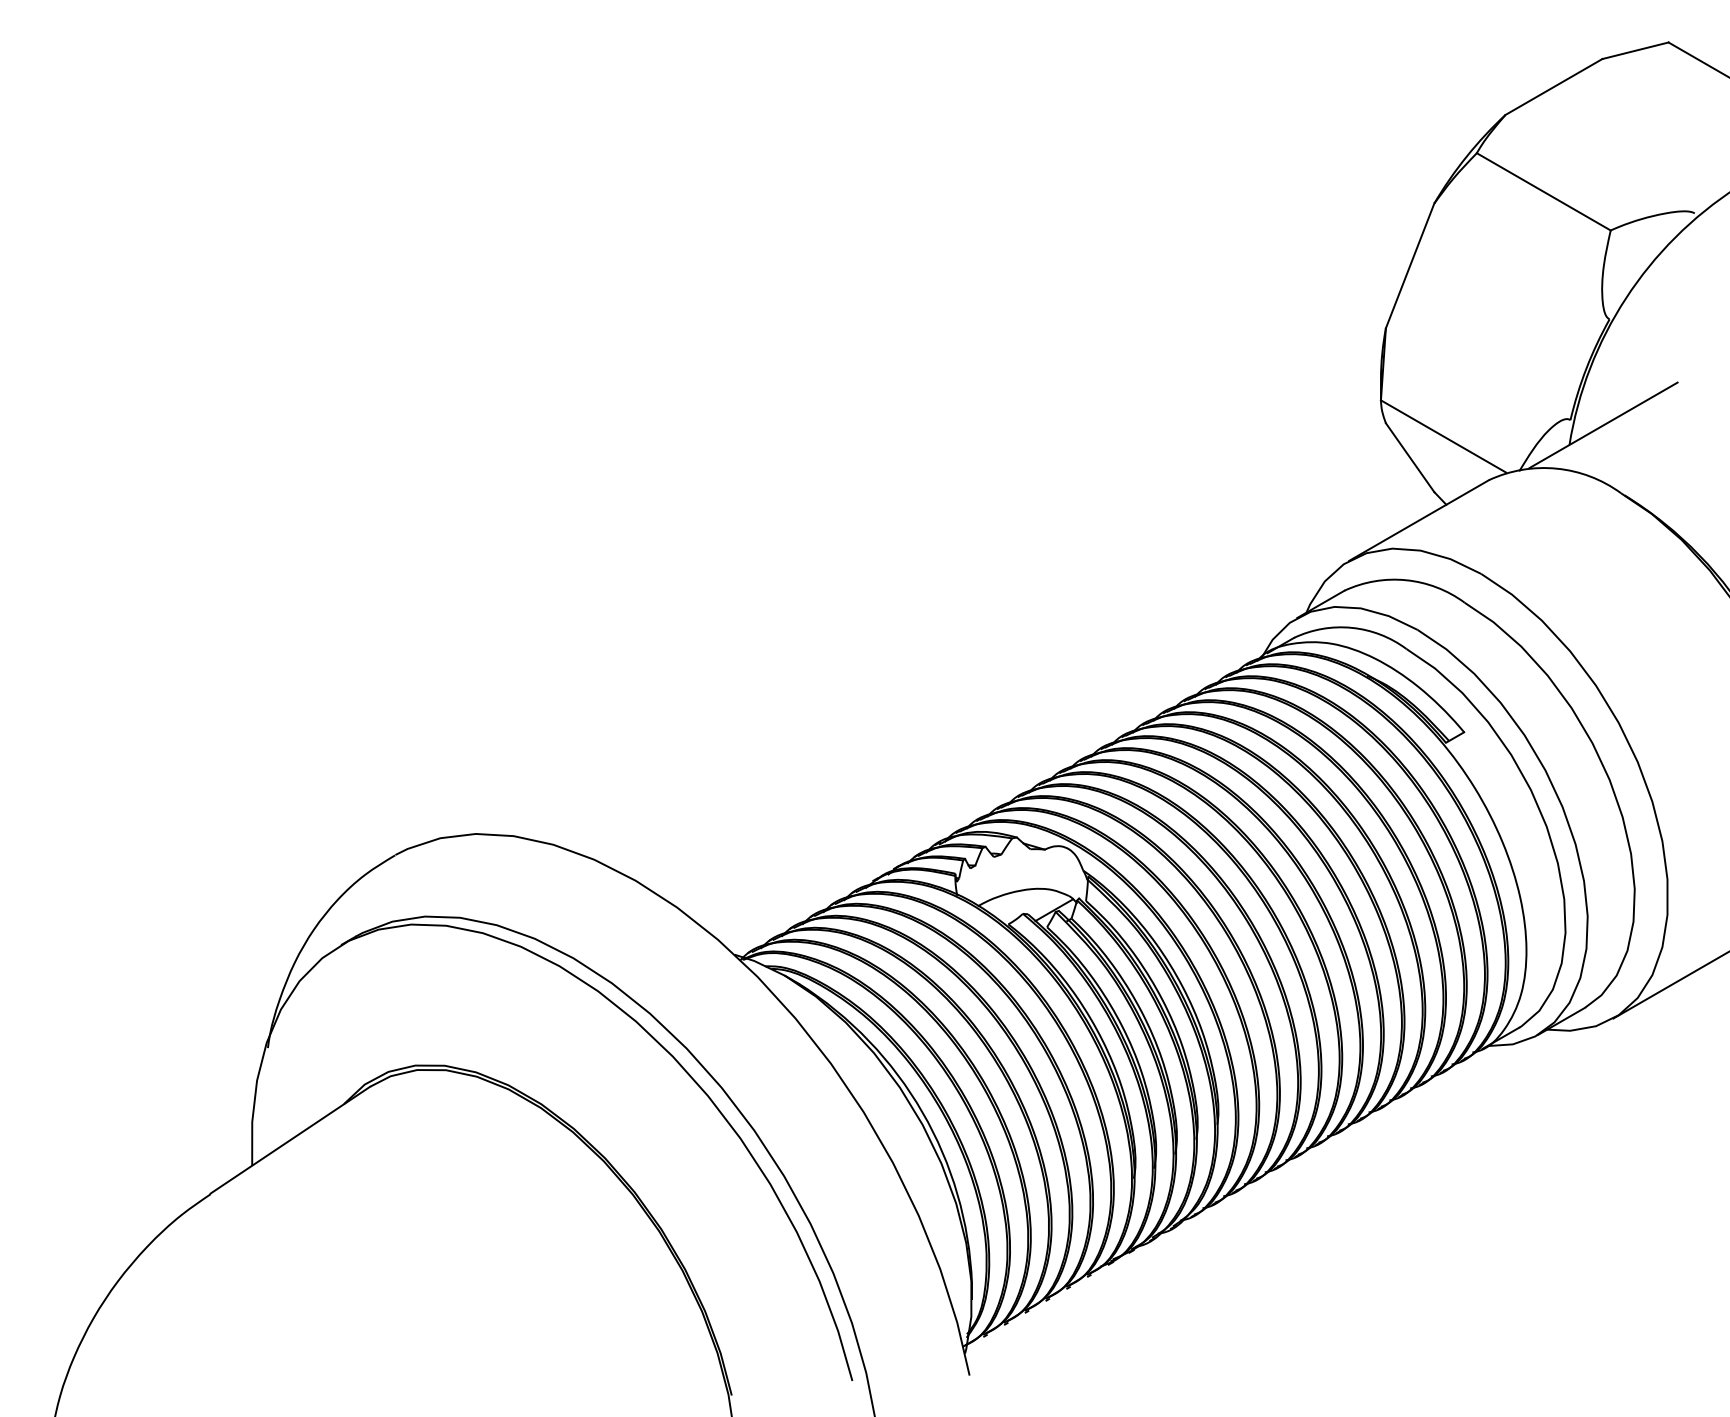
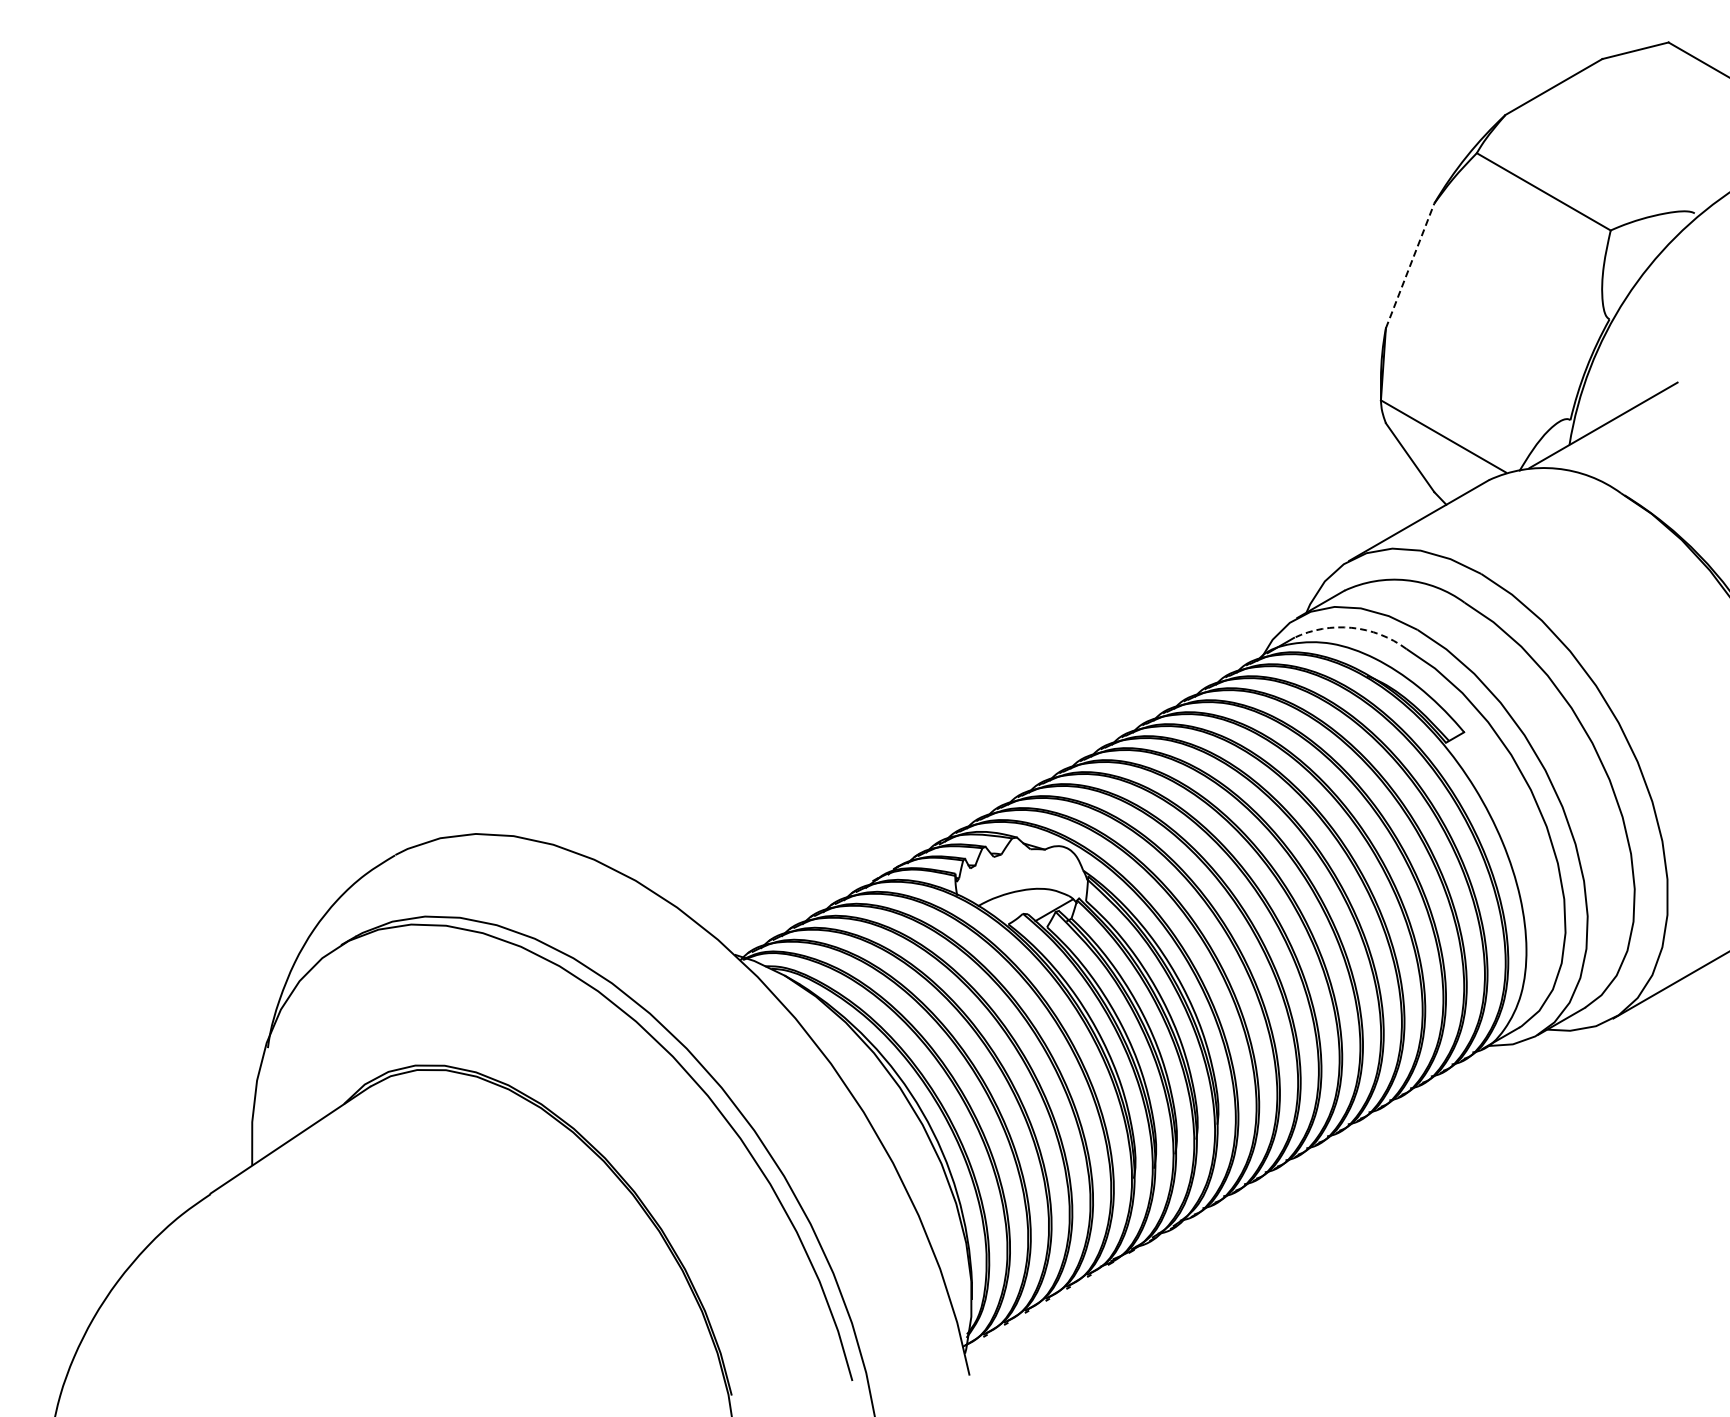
line at (1410, 265): solid -> dashed
arc at (1351, 627): solid -> dashed
